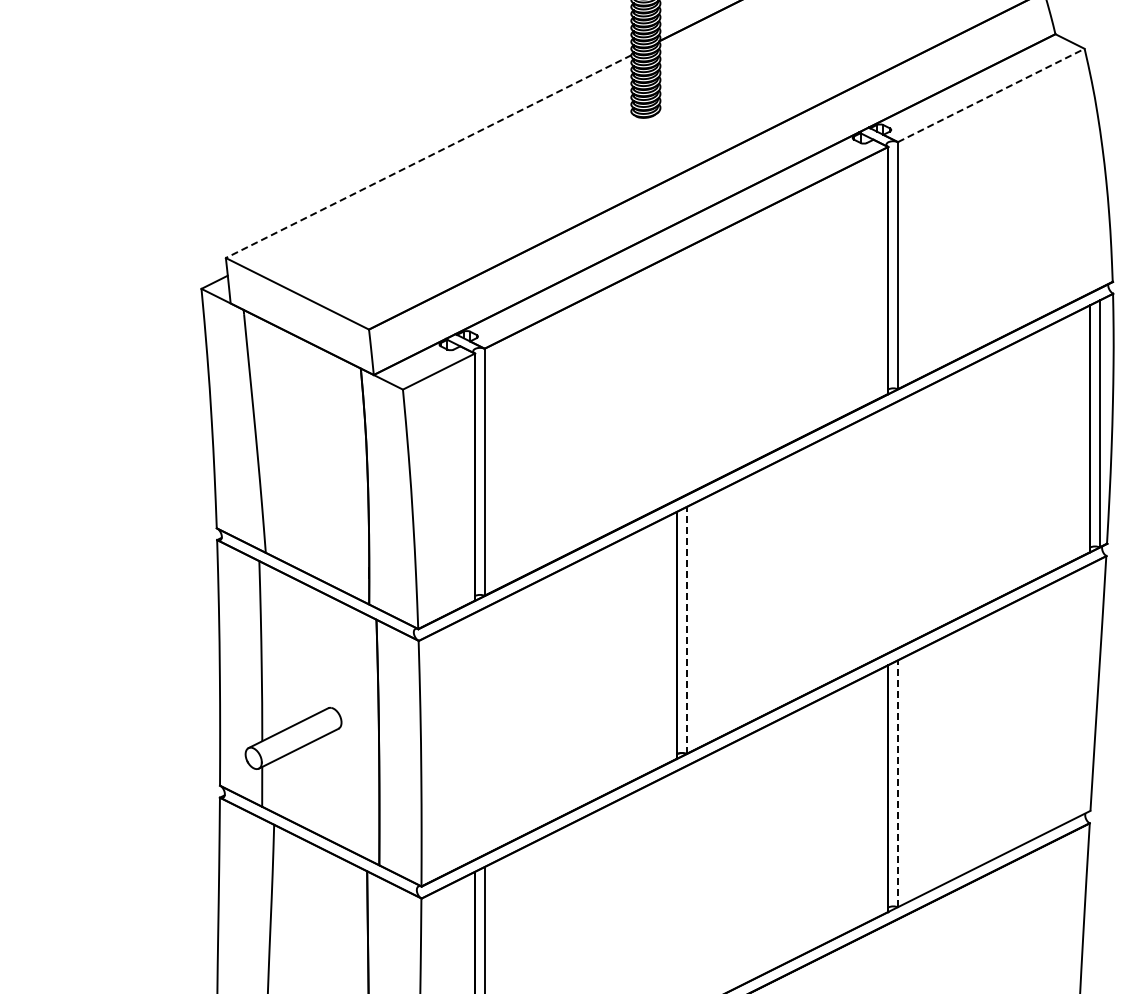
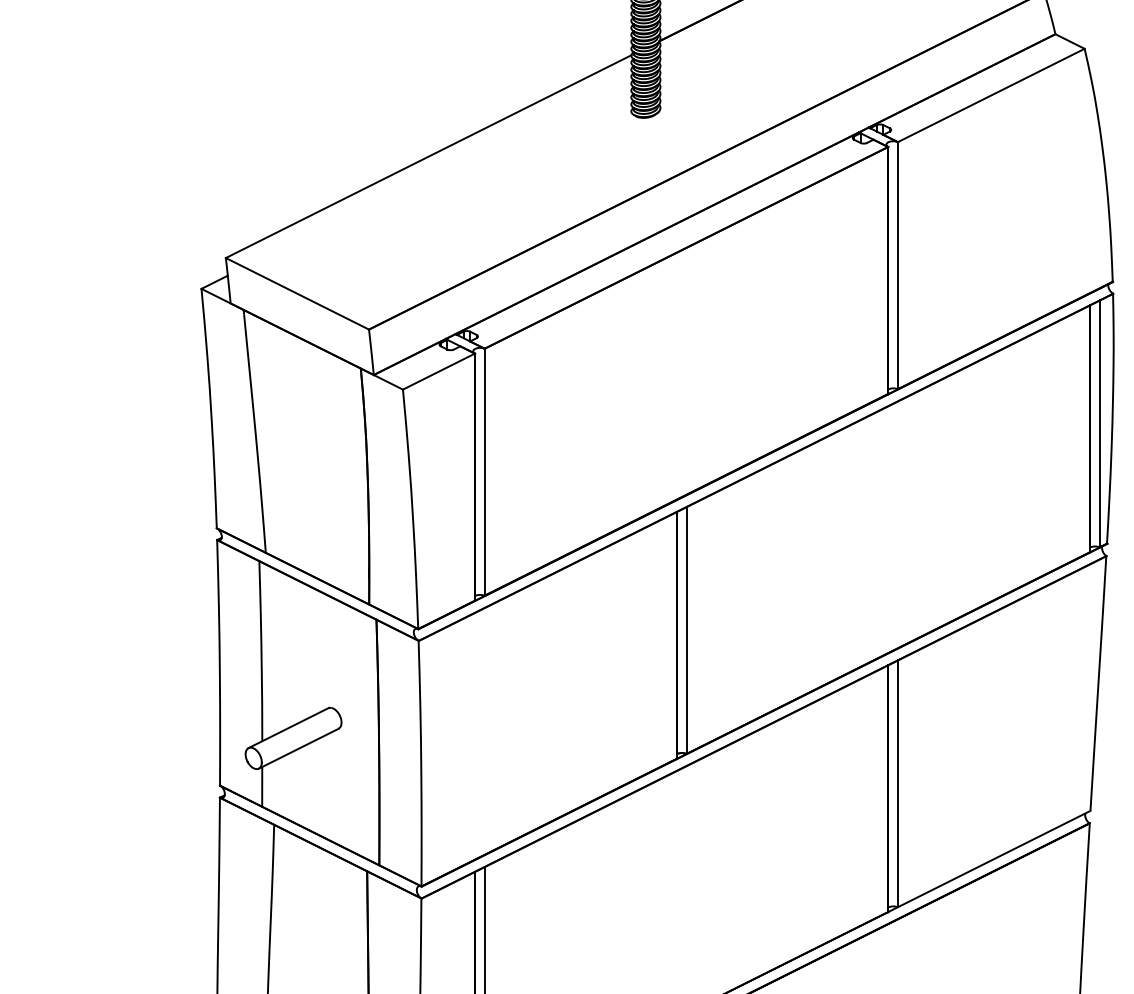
line at (991, 95): dashed -> solid
line at (428, 156): dashed -> solid
line at (686, 630): dashed -> solid
line at (898, 783): dashed -> solid
